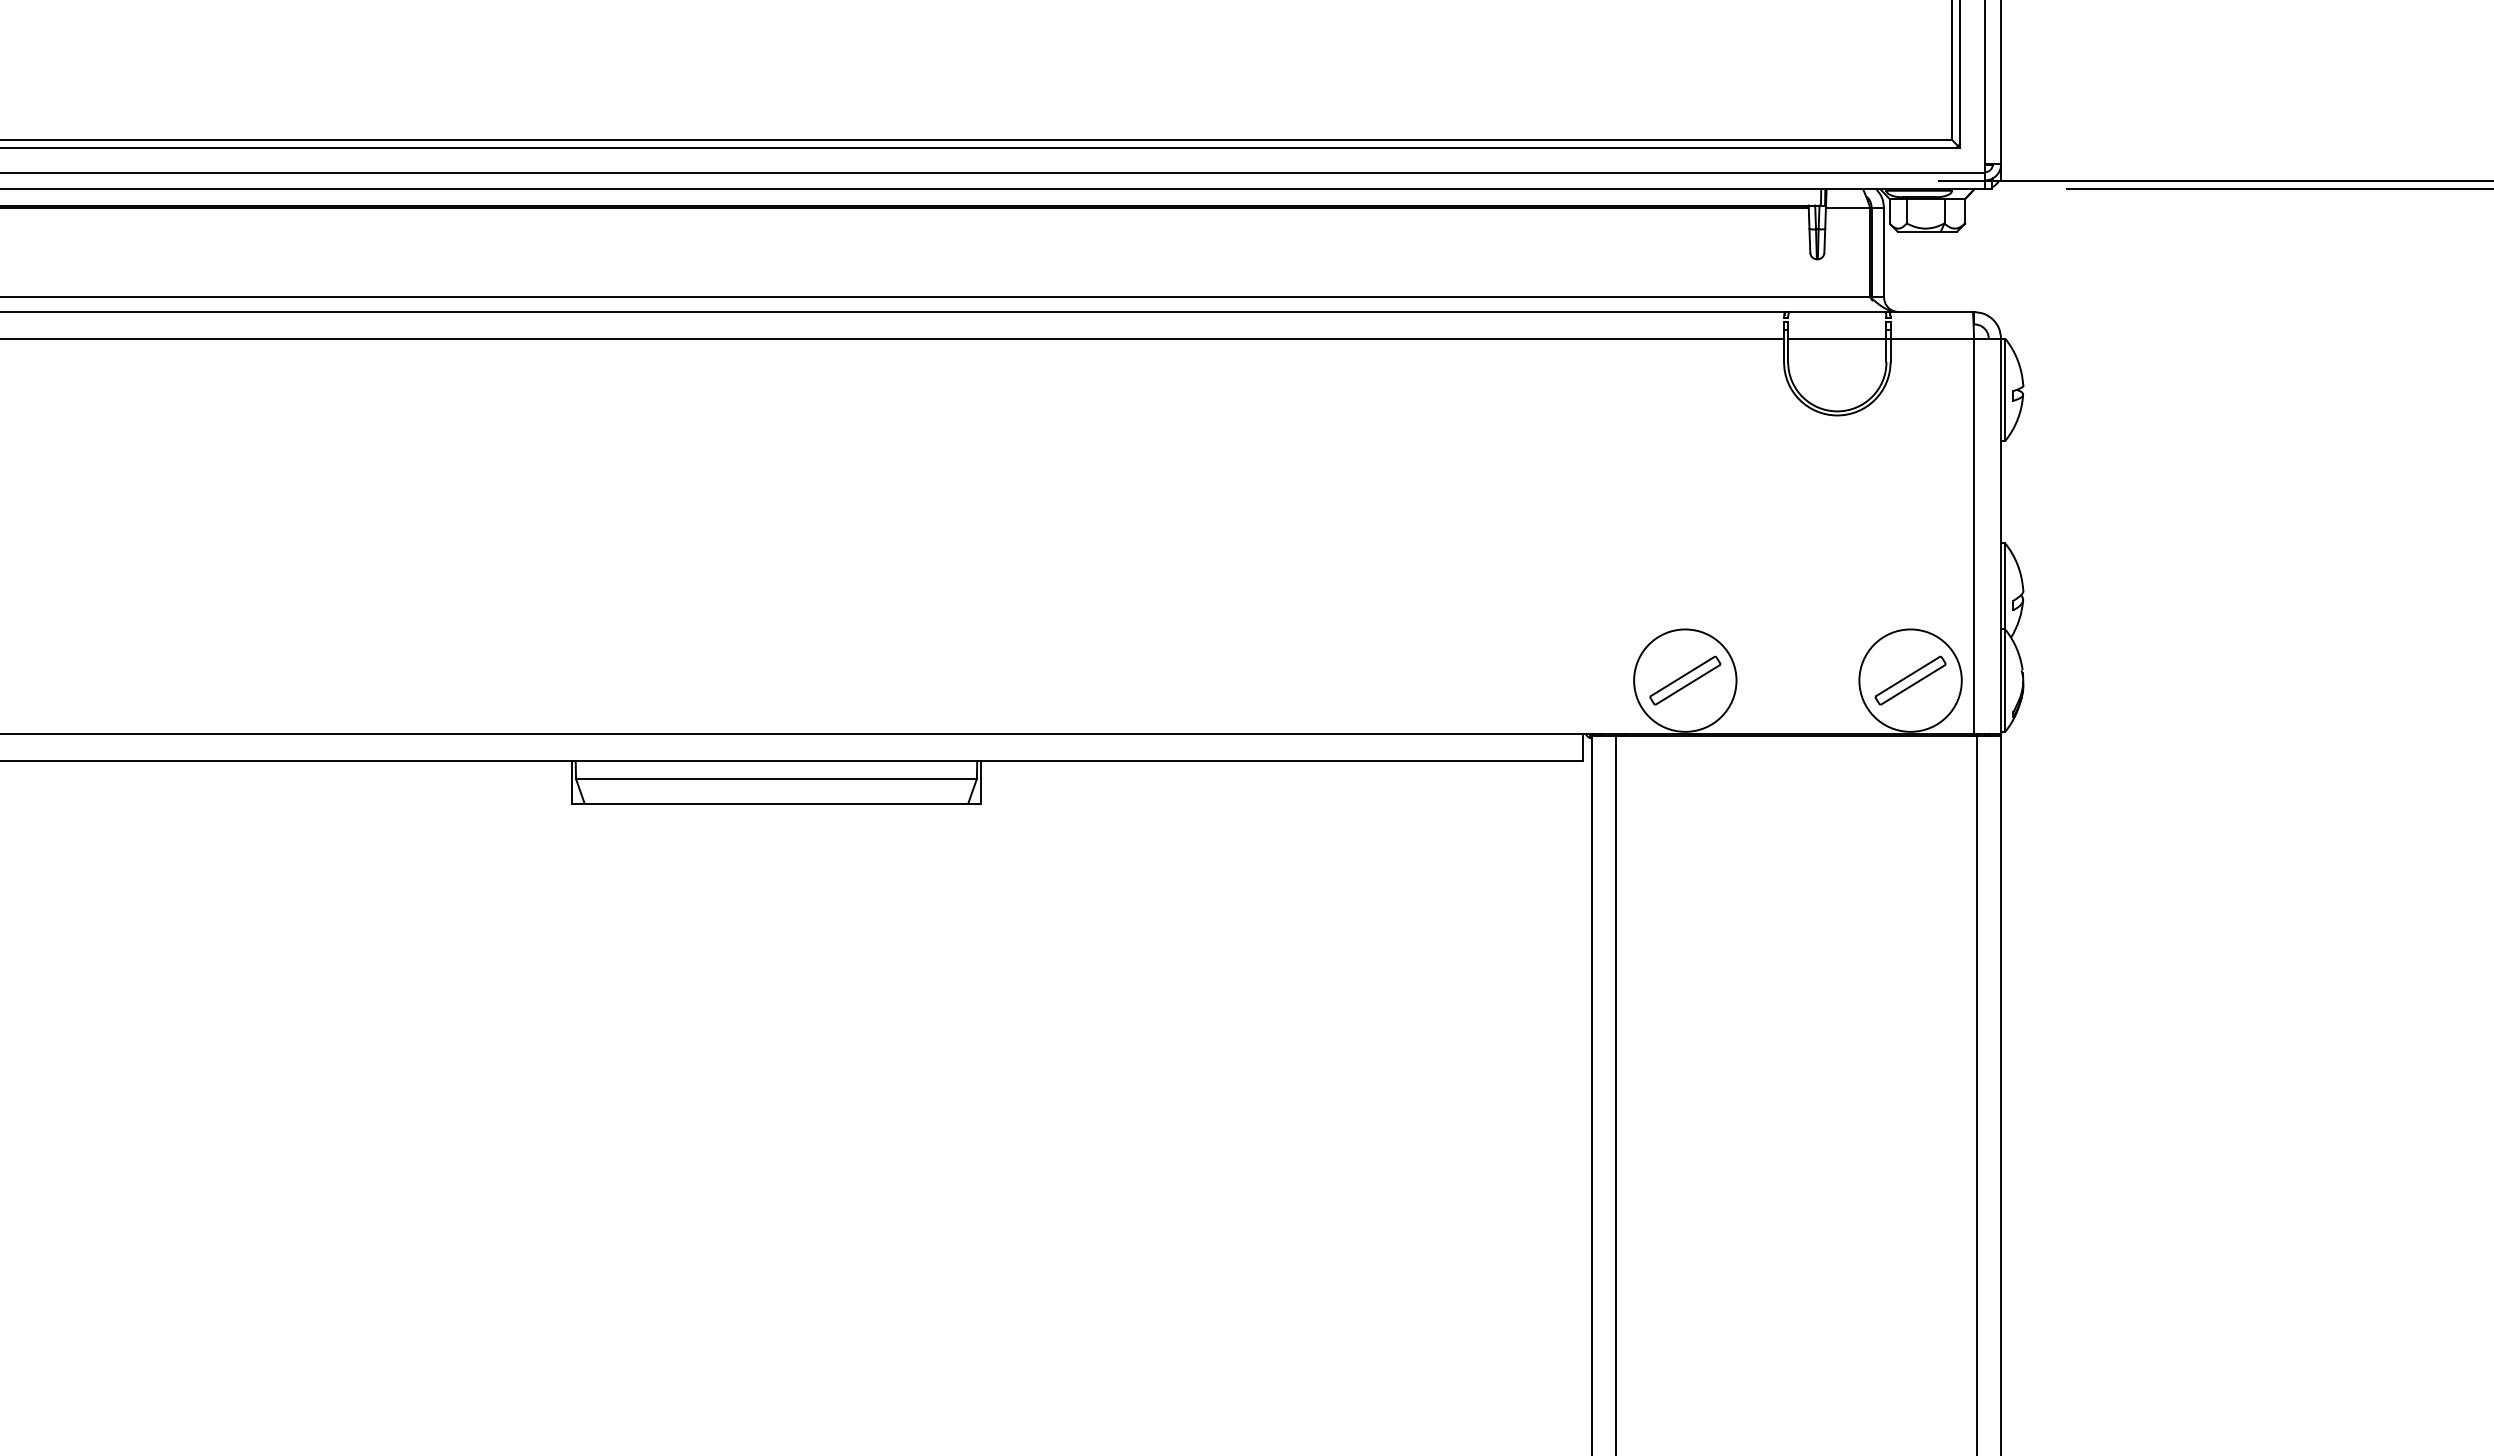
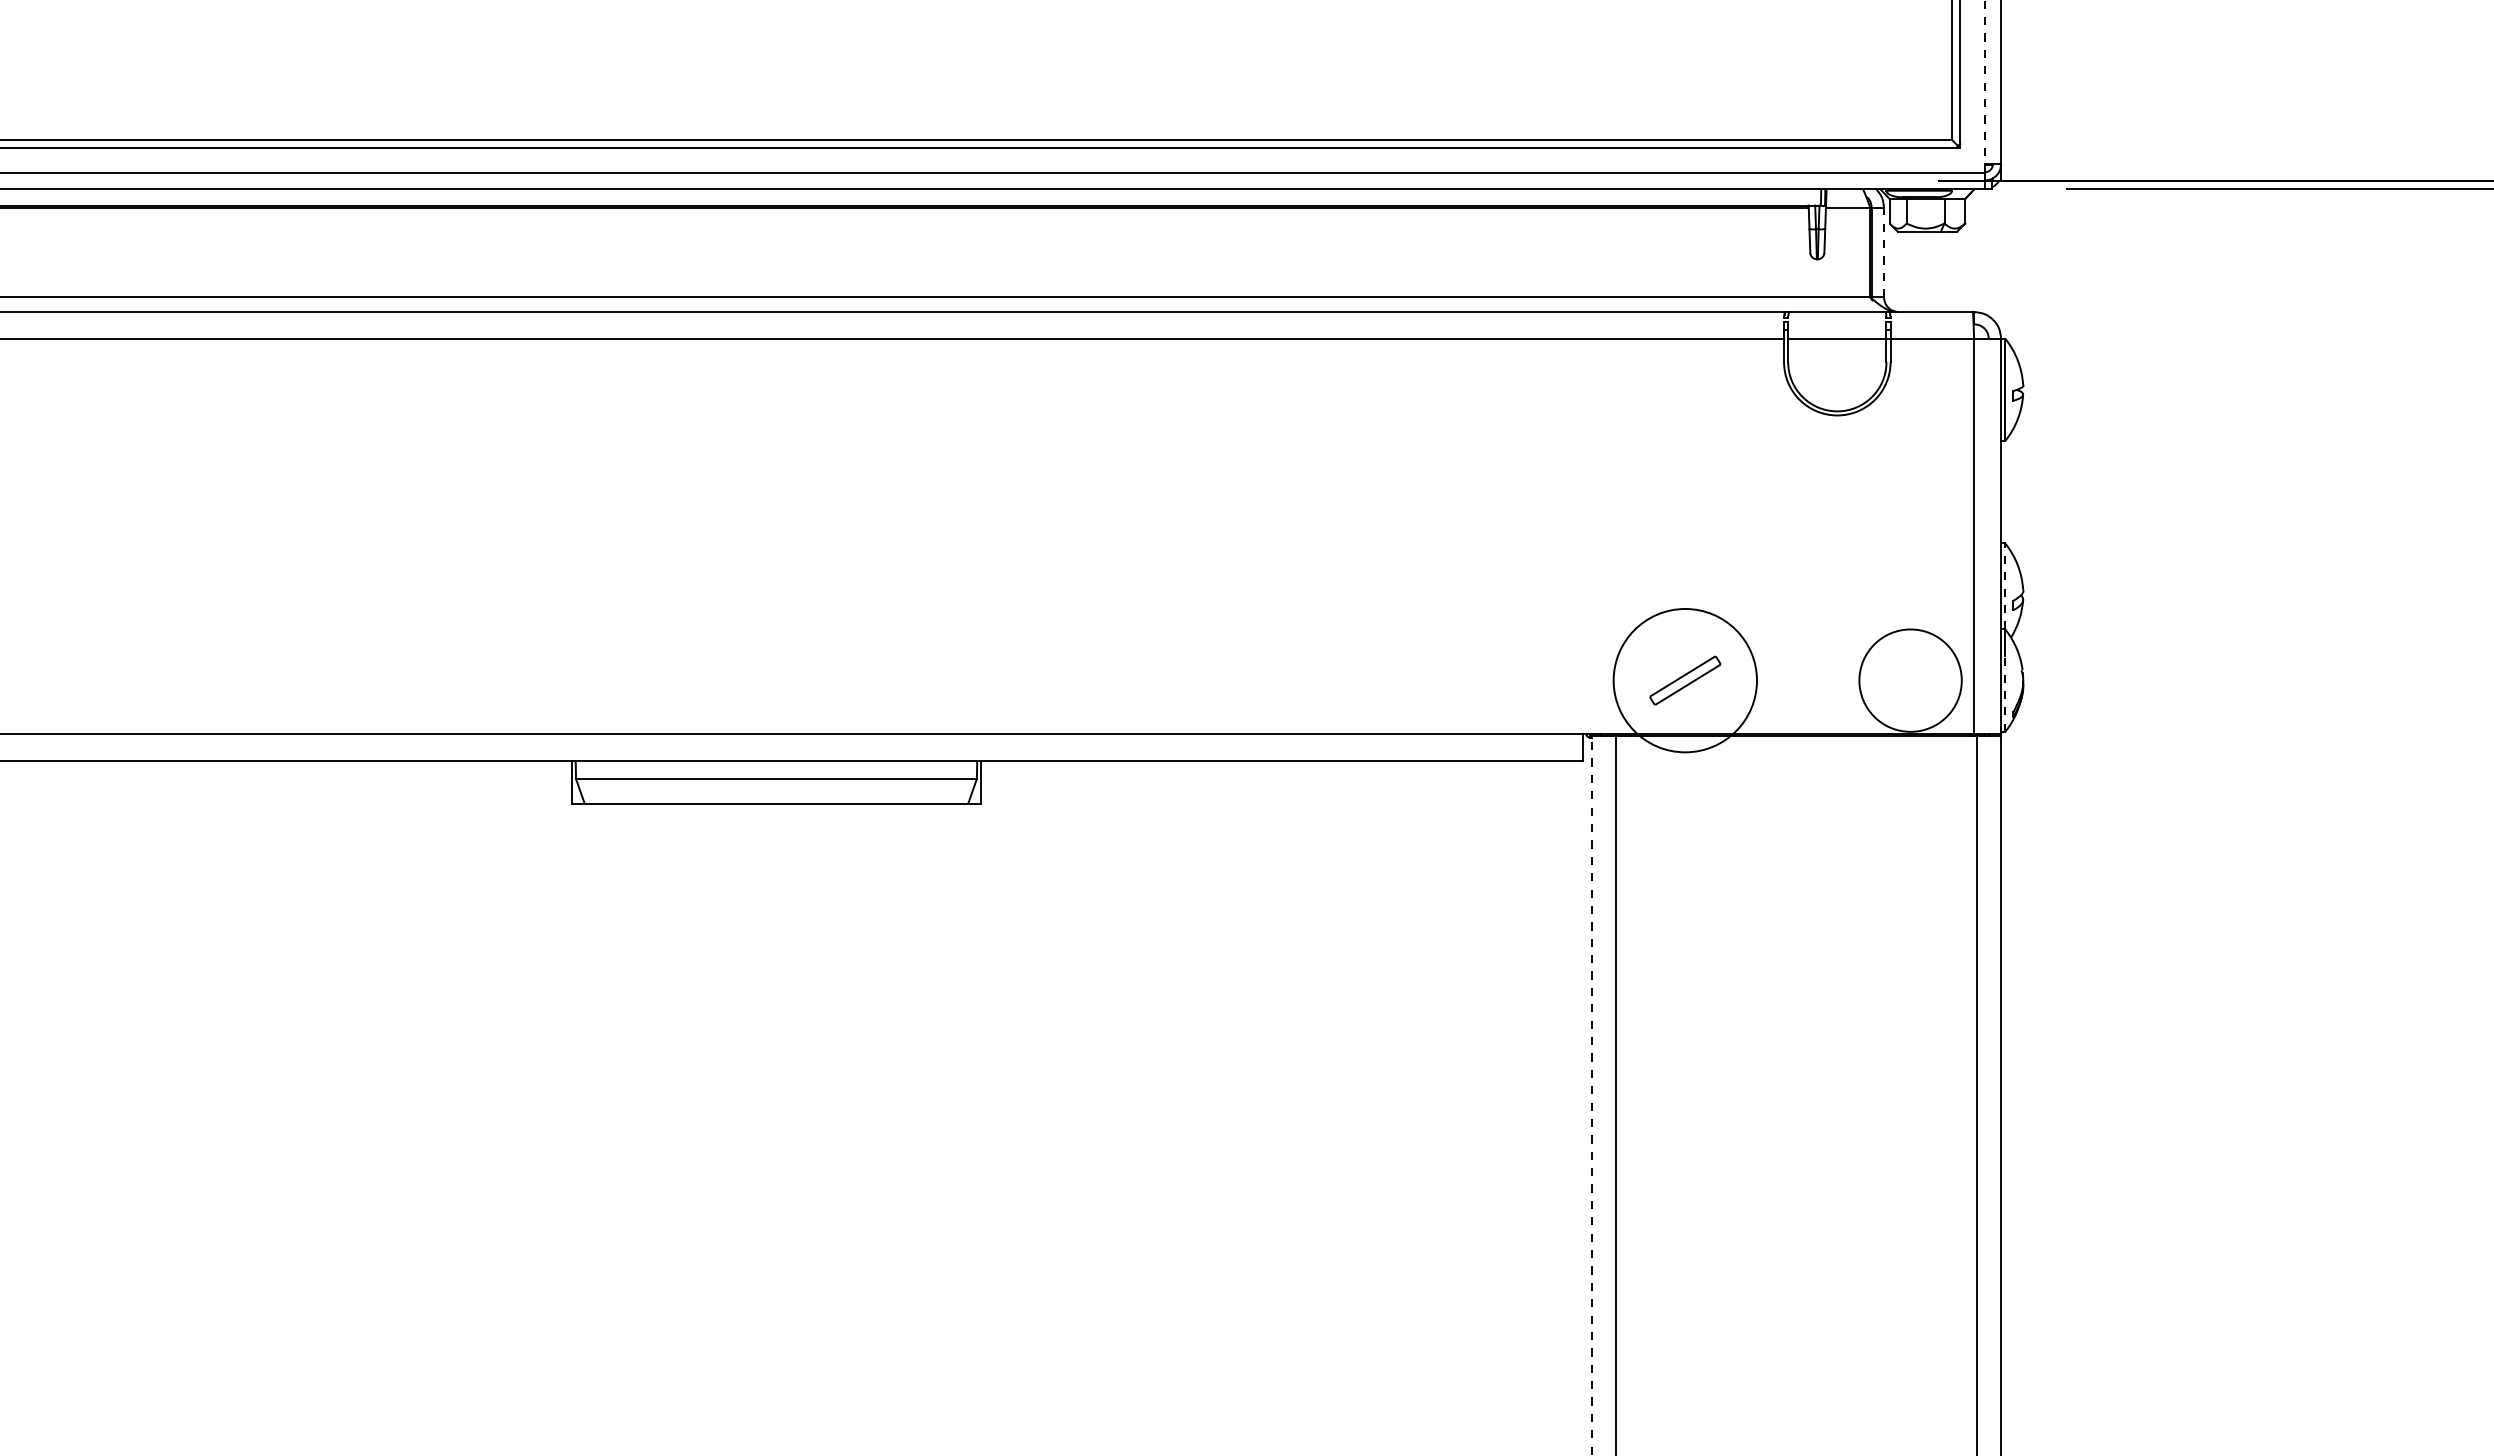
line at (1984, 82): solid -> dashed
line at (1884, 252): solid -> dashed
line at (2005, 587): solid -> dashed
circle at (1685, 680) diameter: 102 px -> 143 px
part at (1910, 680): present -> none
line at (2005, 694): solid -> dashed
line at (1591, 1095): solid -> dashed
